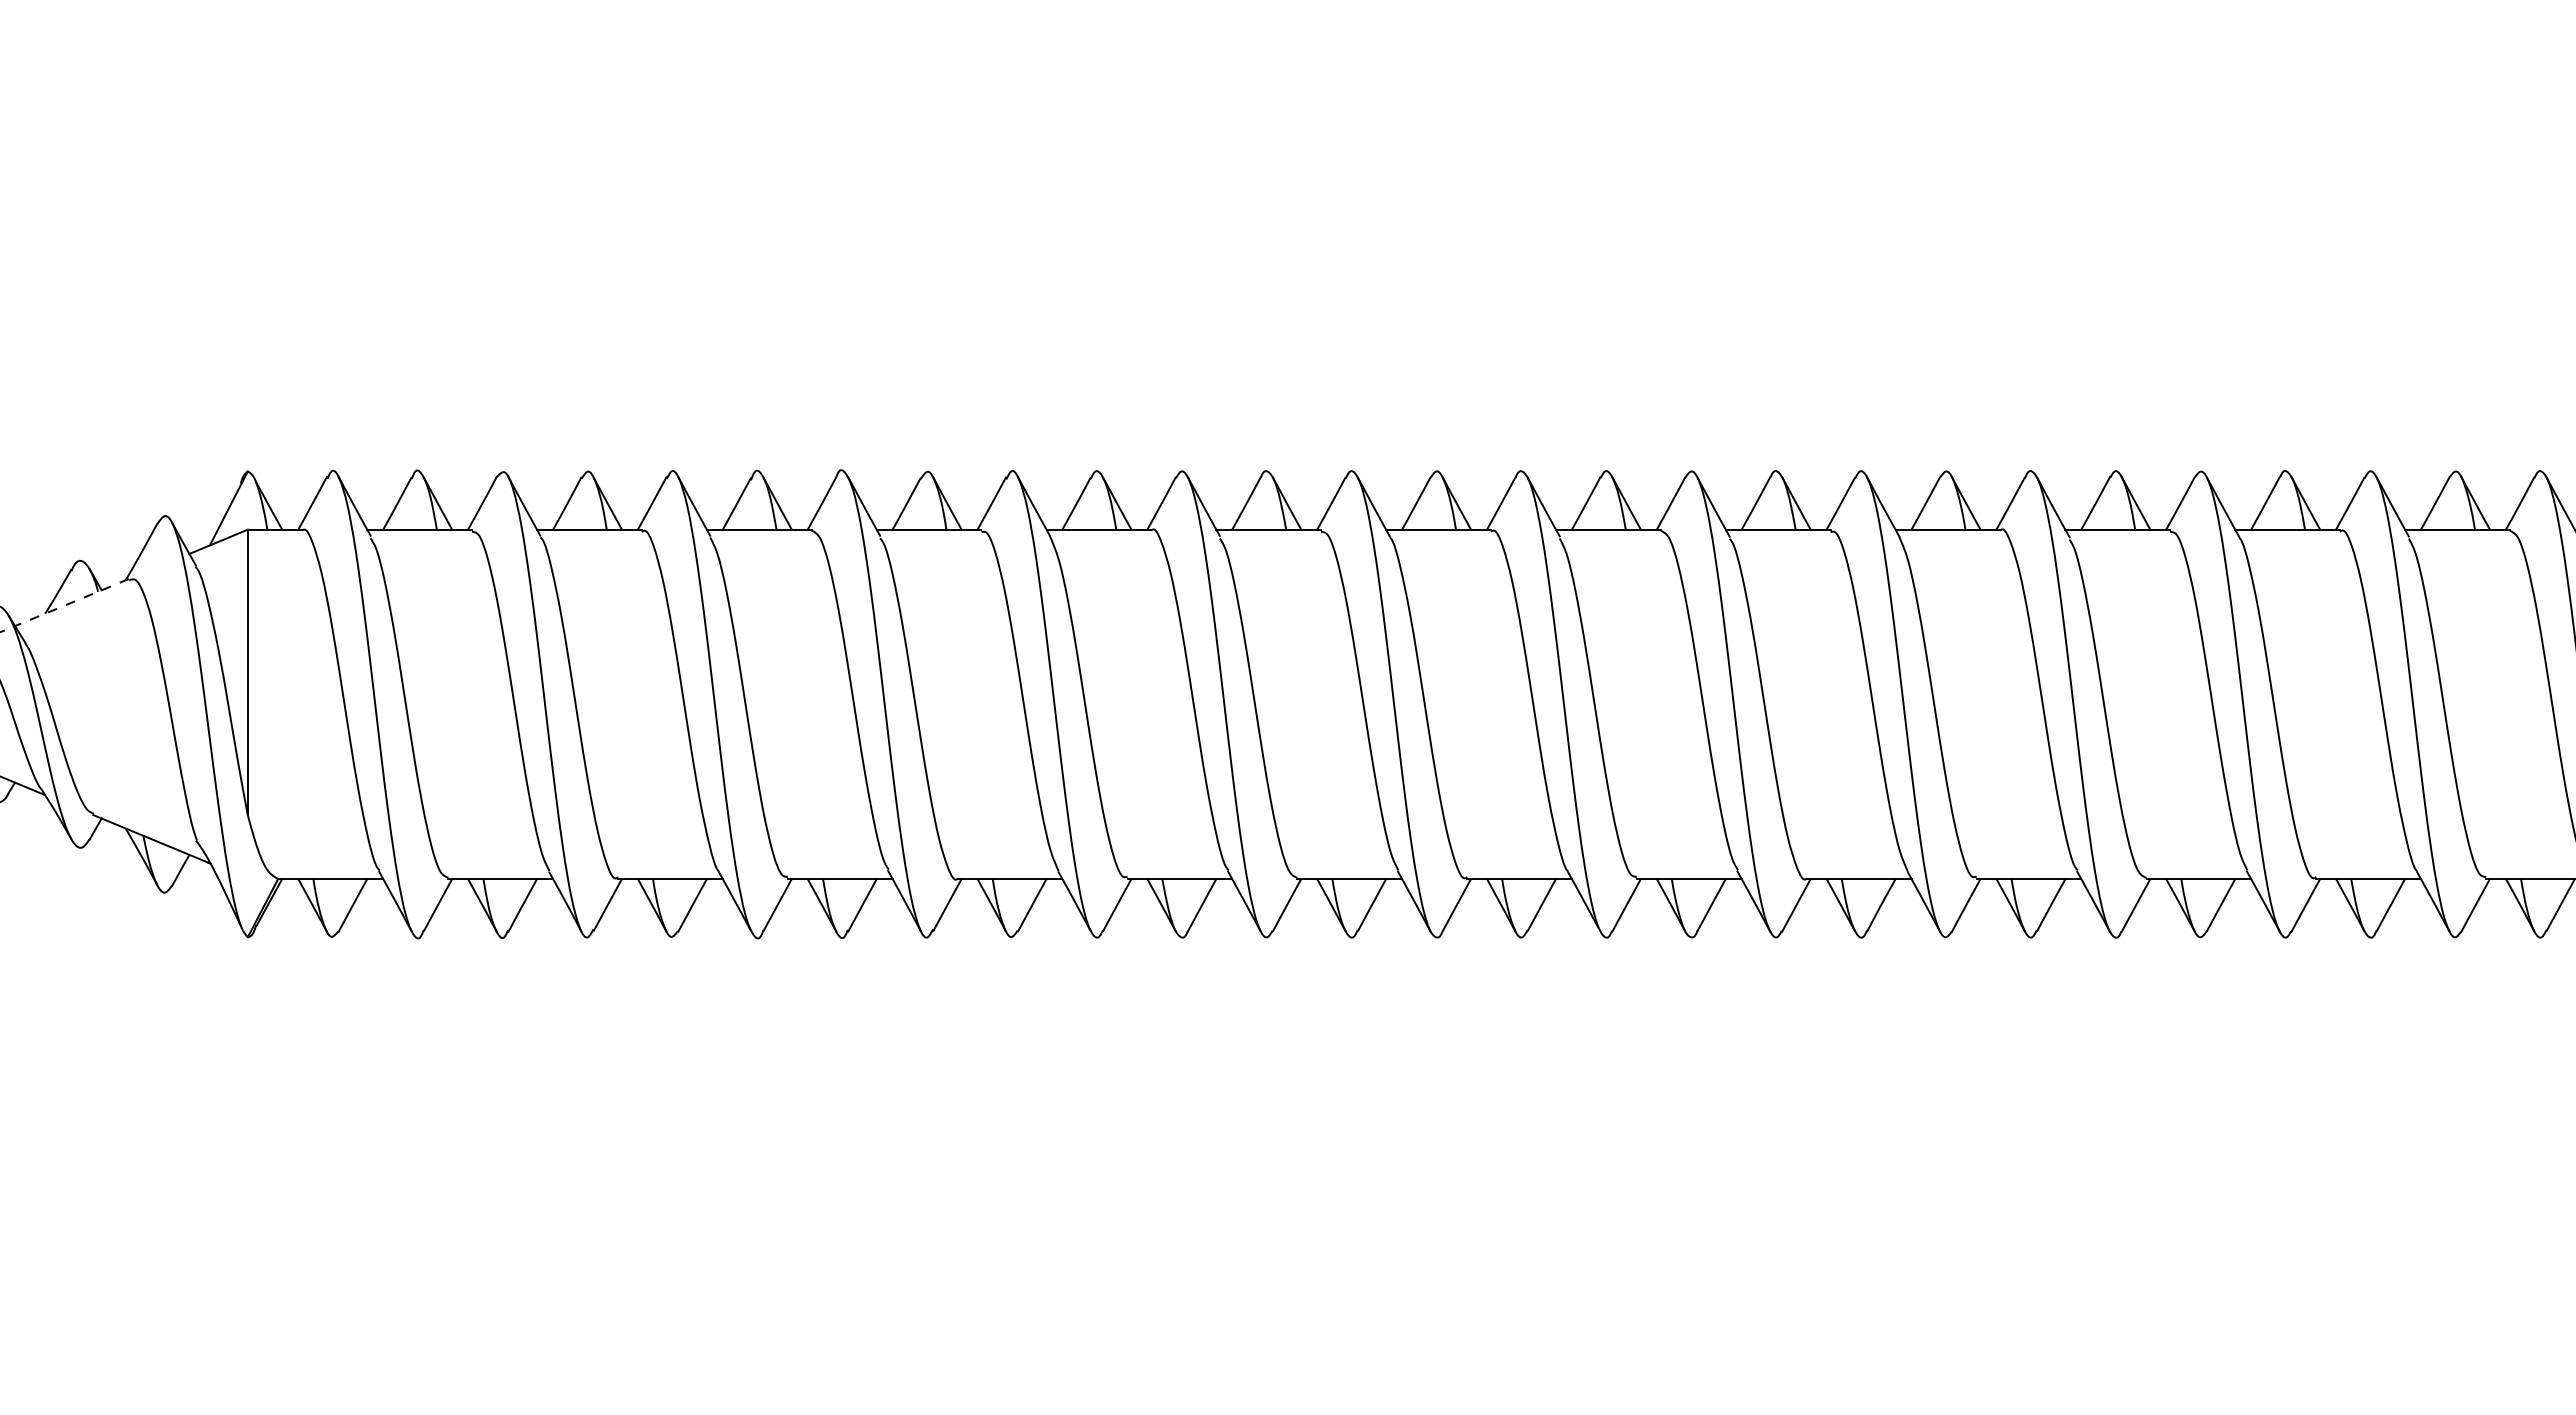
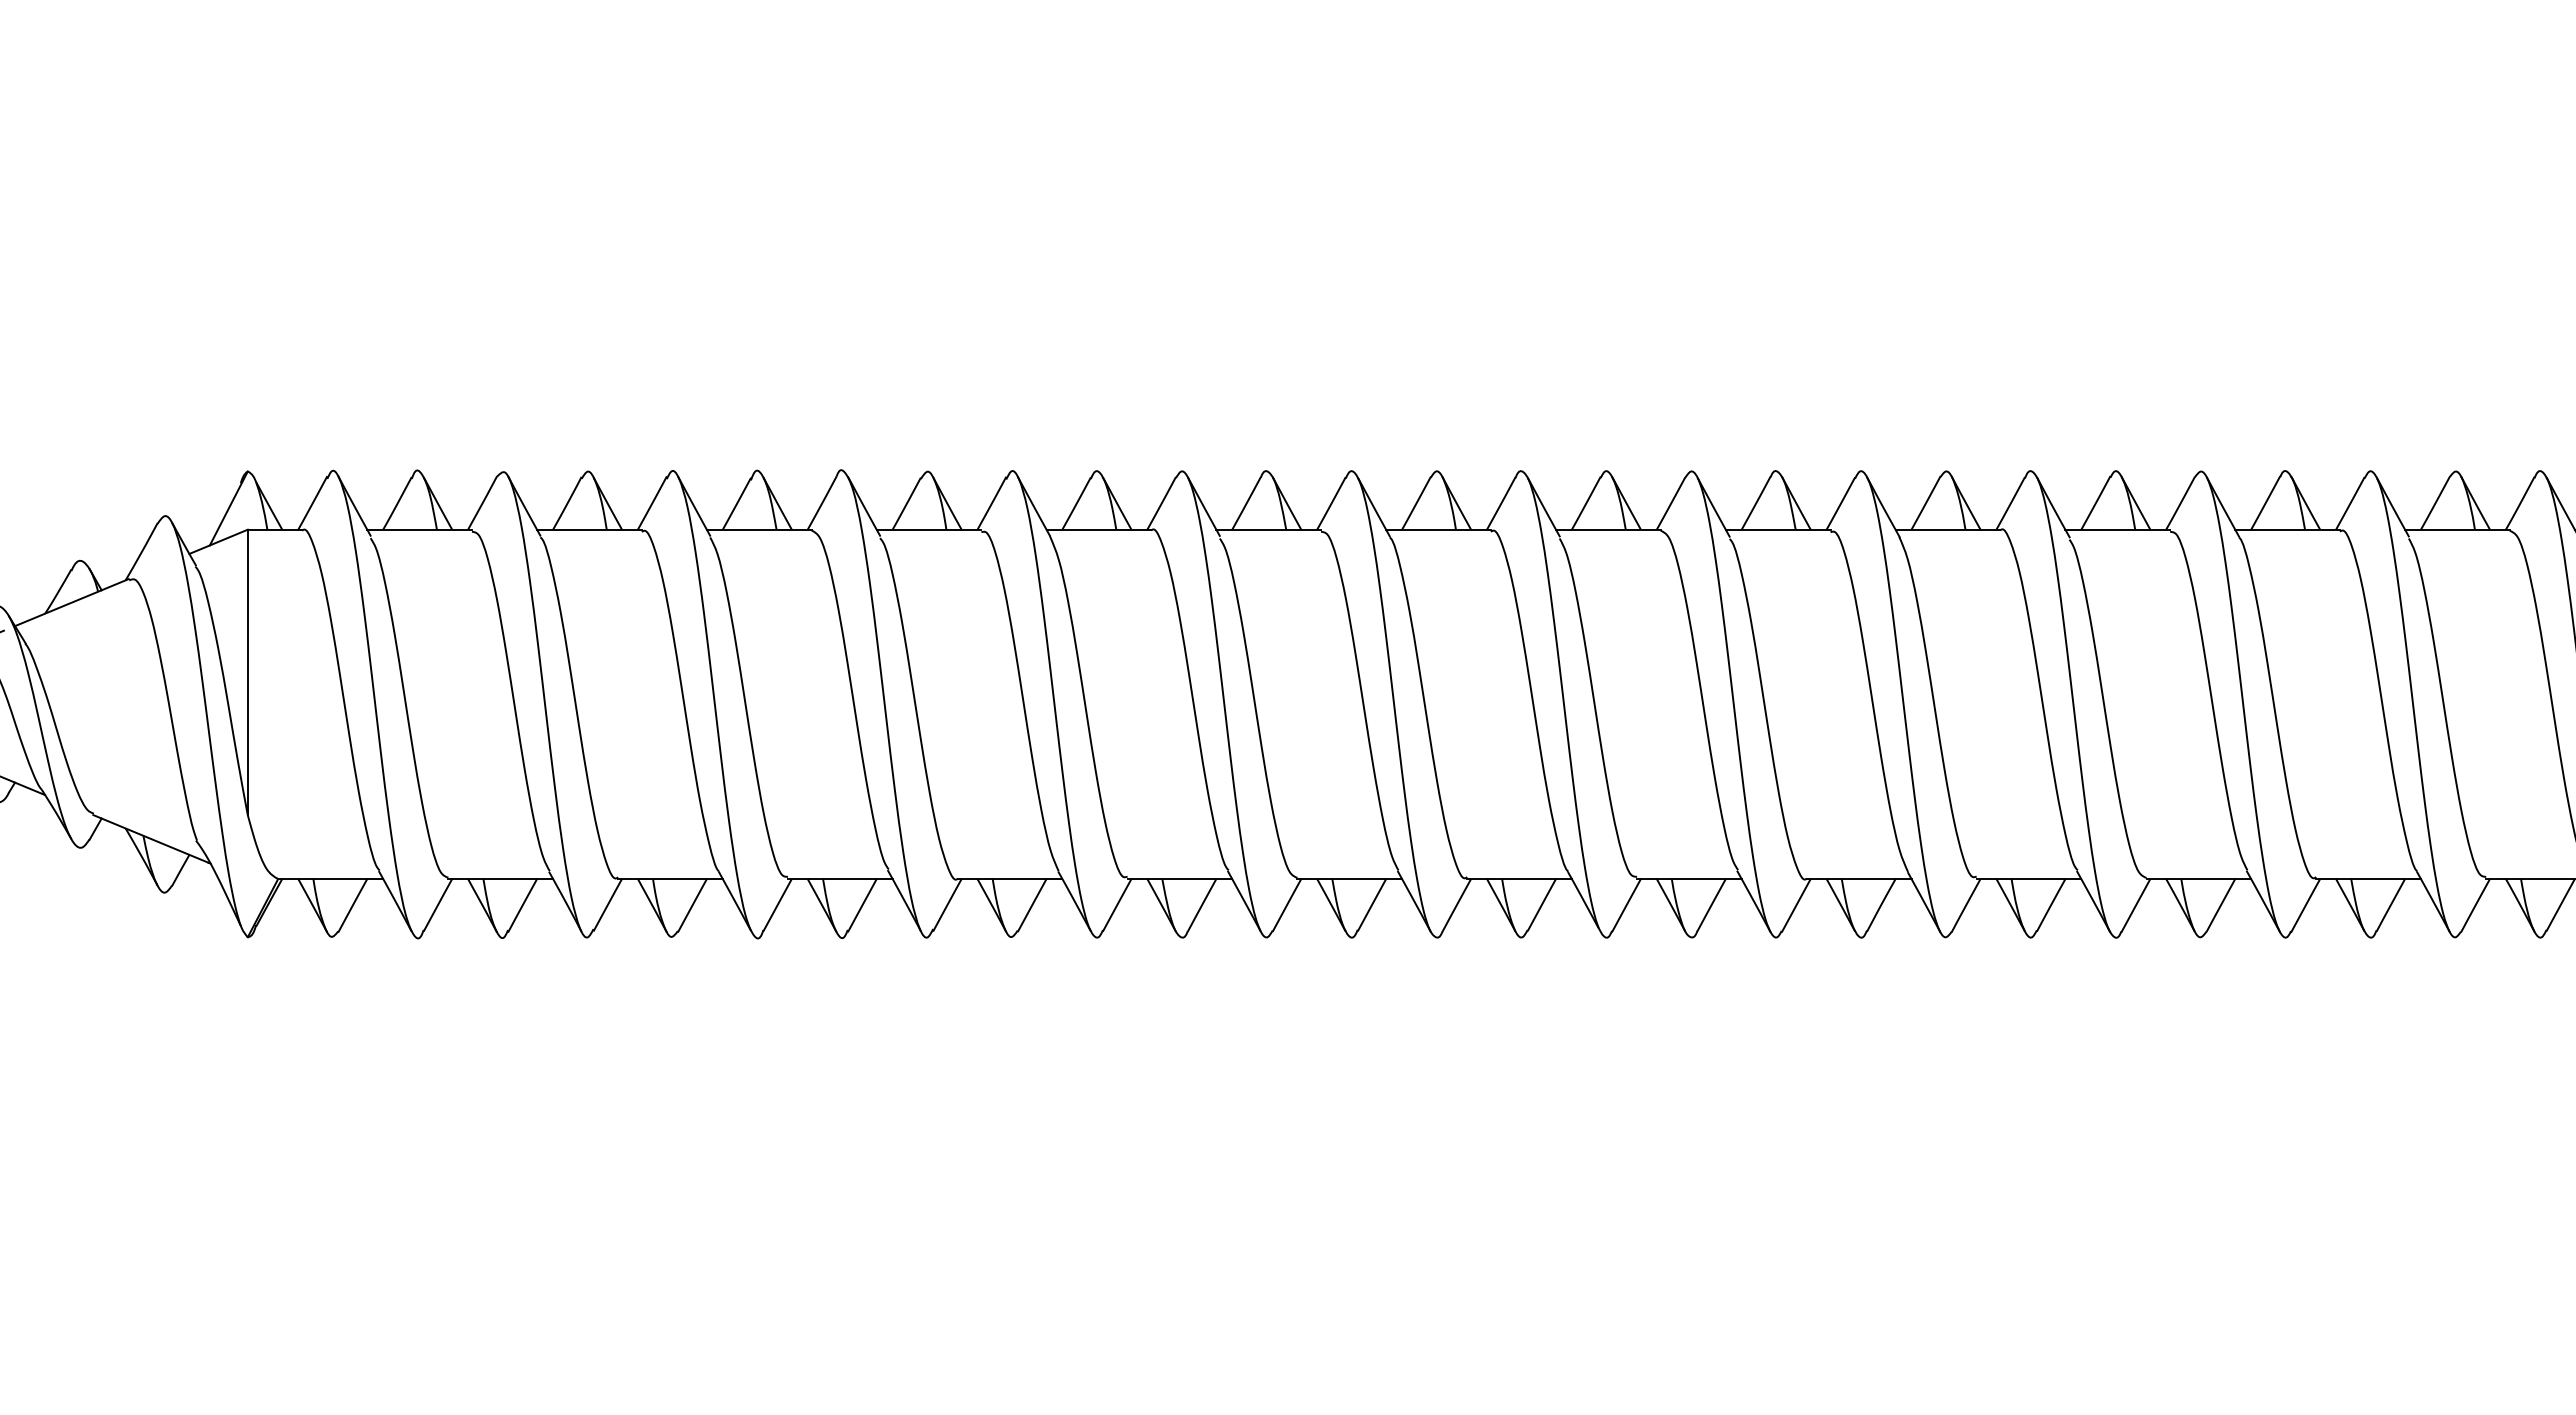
line at (71, 602): dashed -> solid
